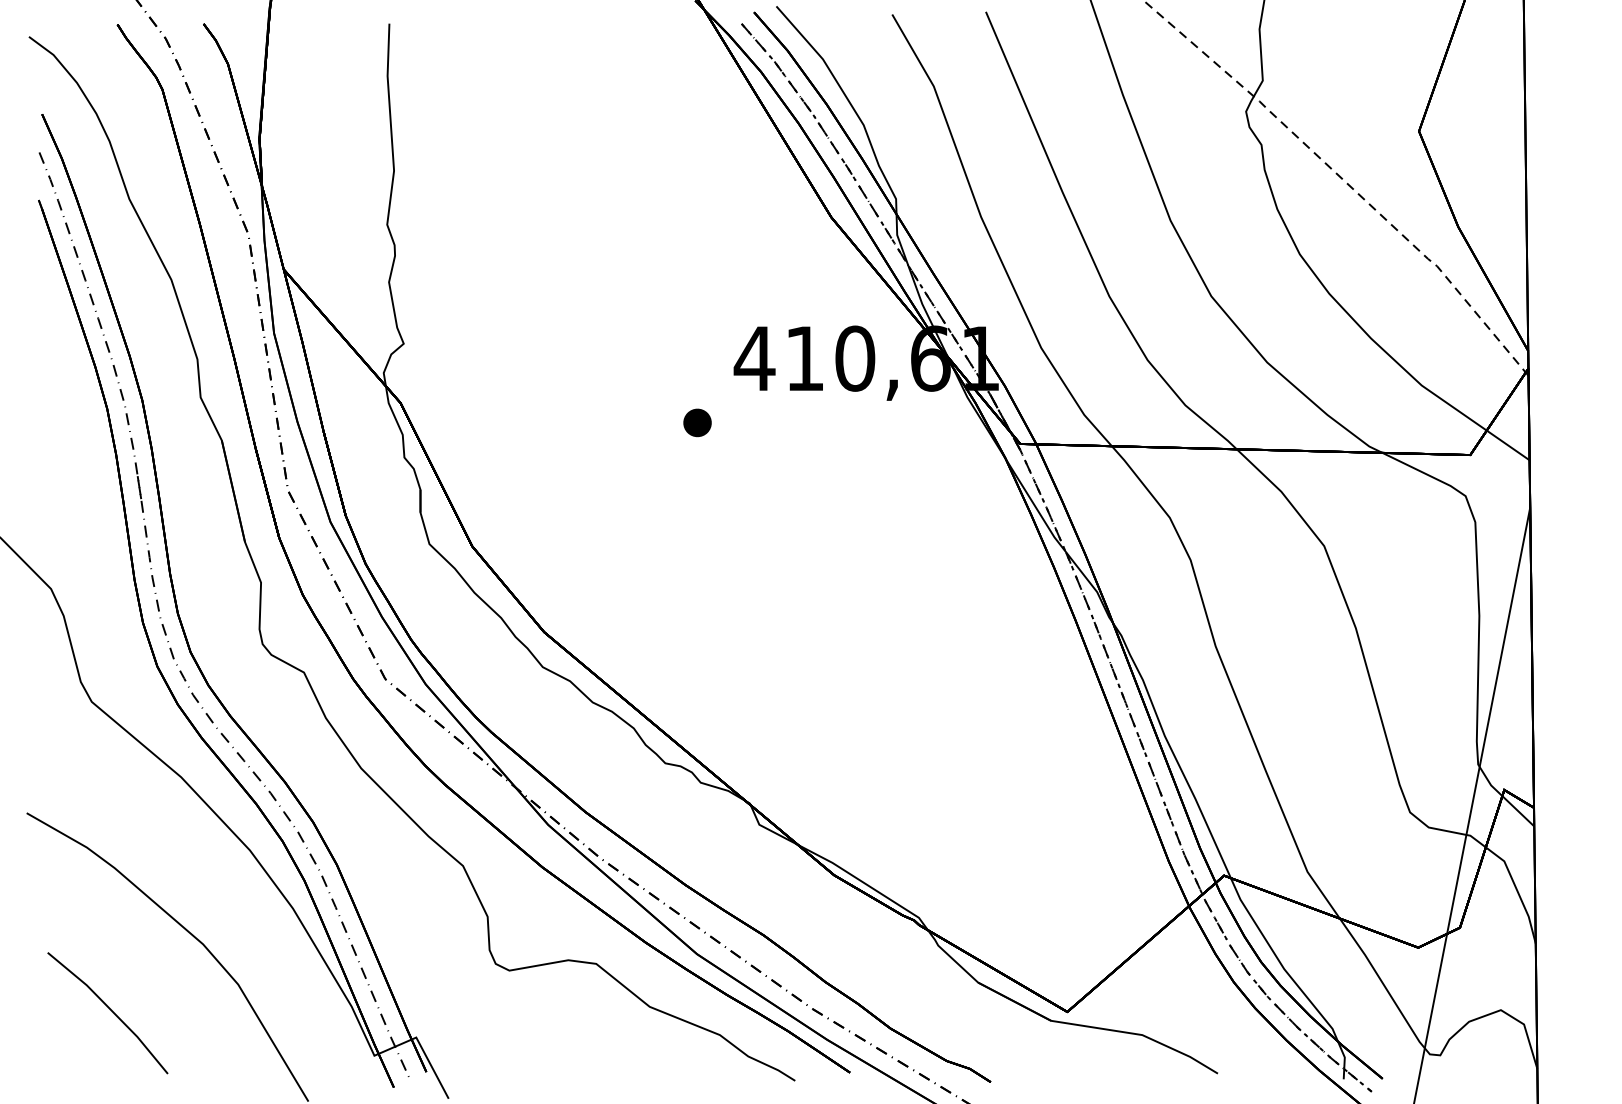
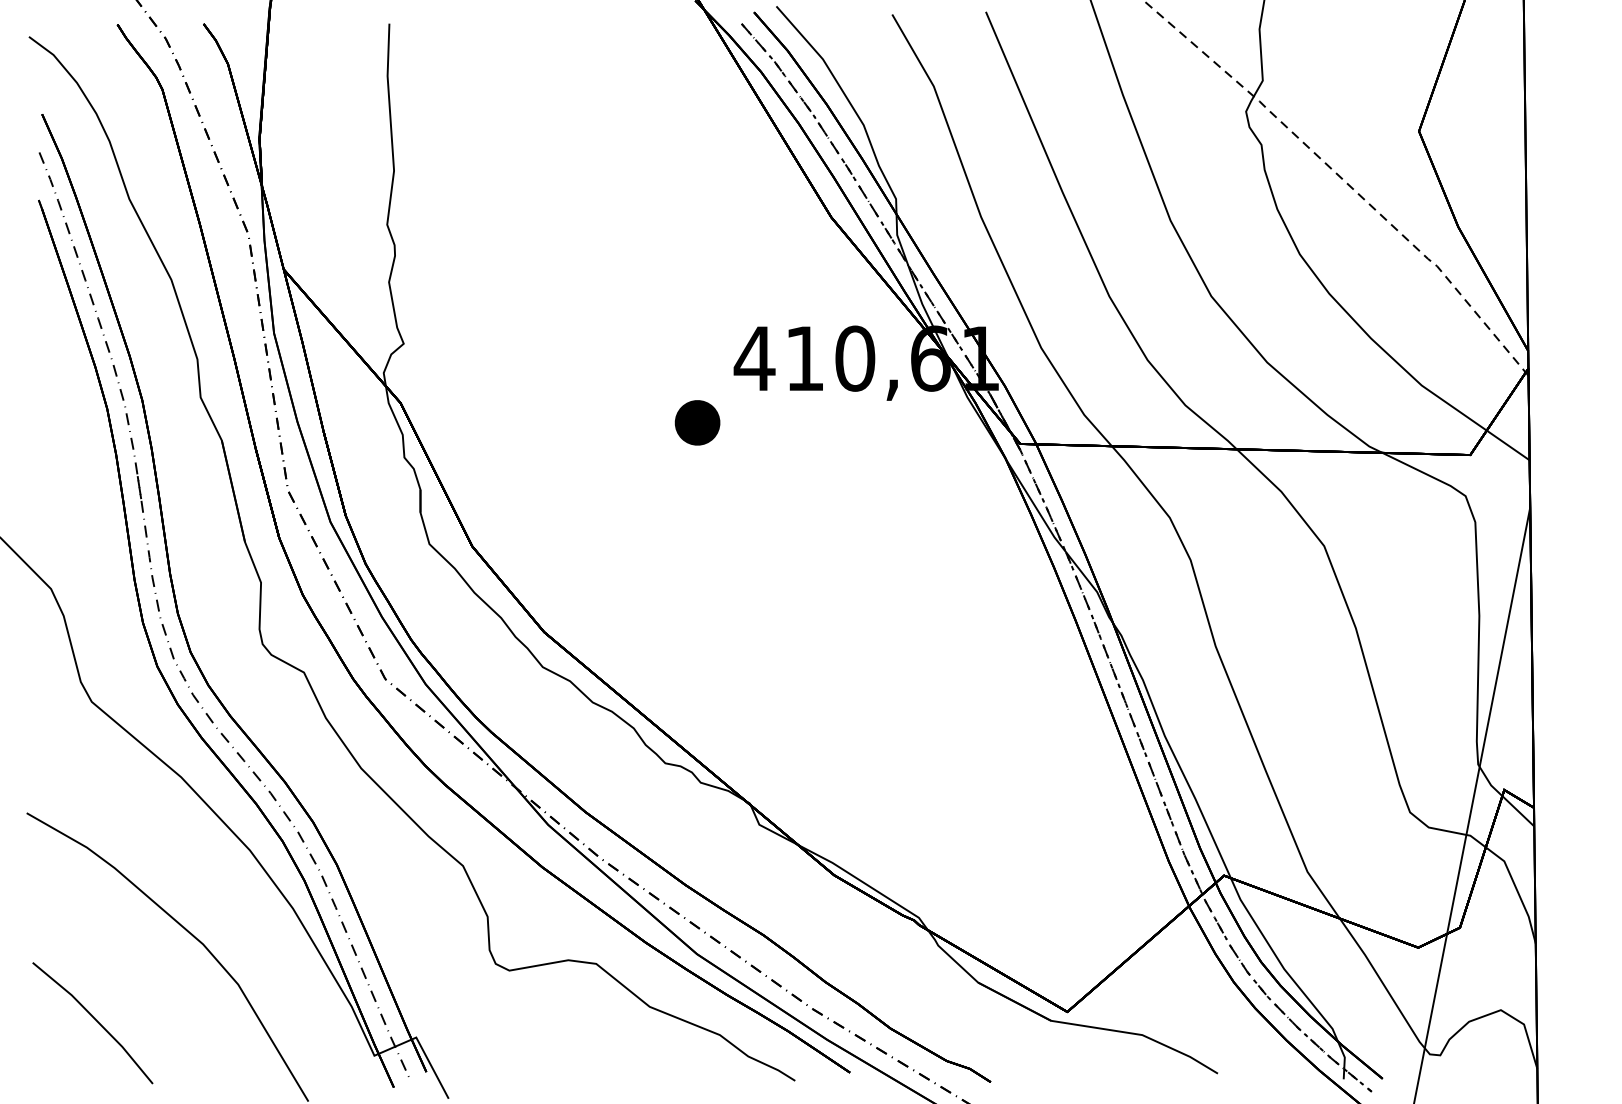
part at (697, 422) size: 29x30 px -> 47x46 px
line at (110, 1010) position: (110, 1010) -> (95, 1020)
